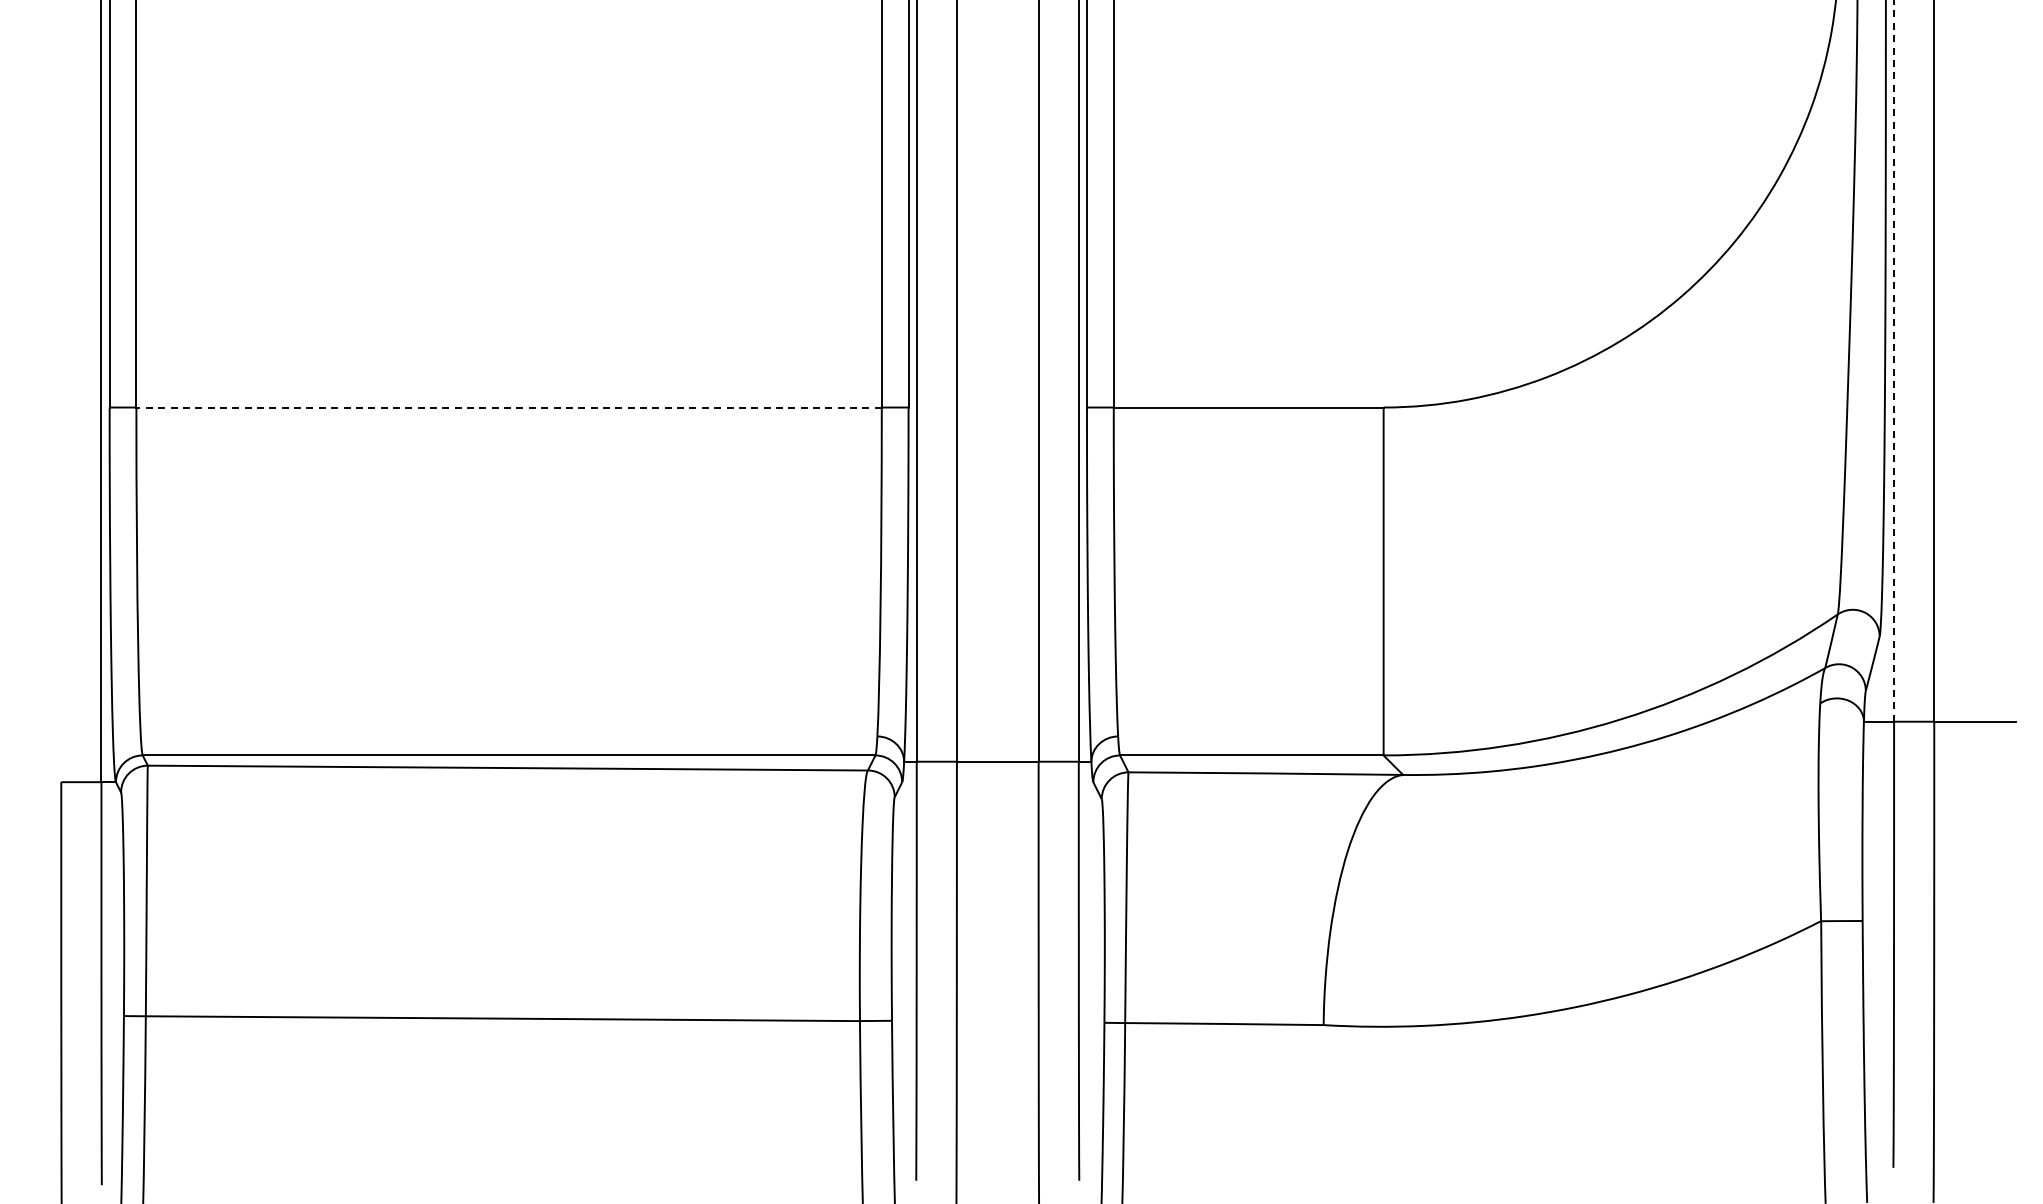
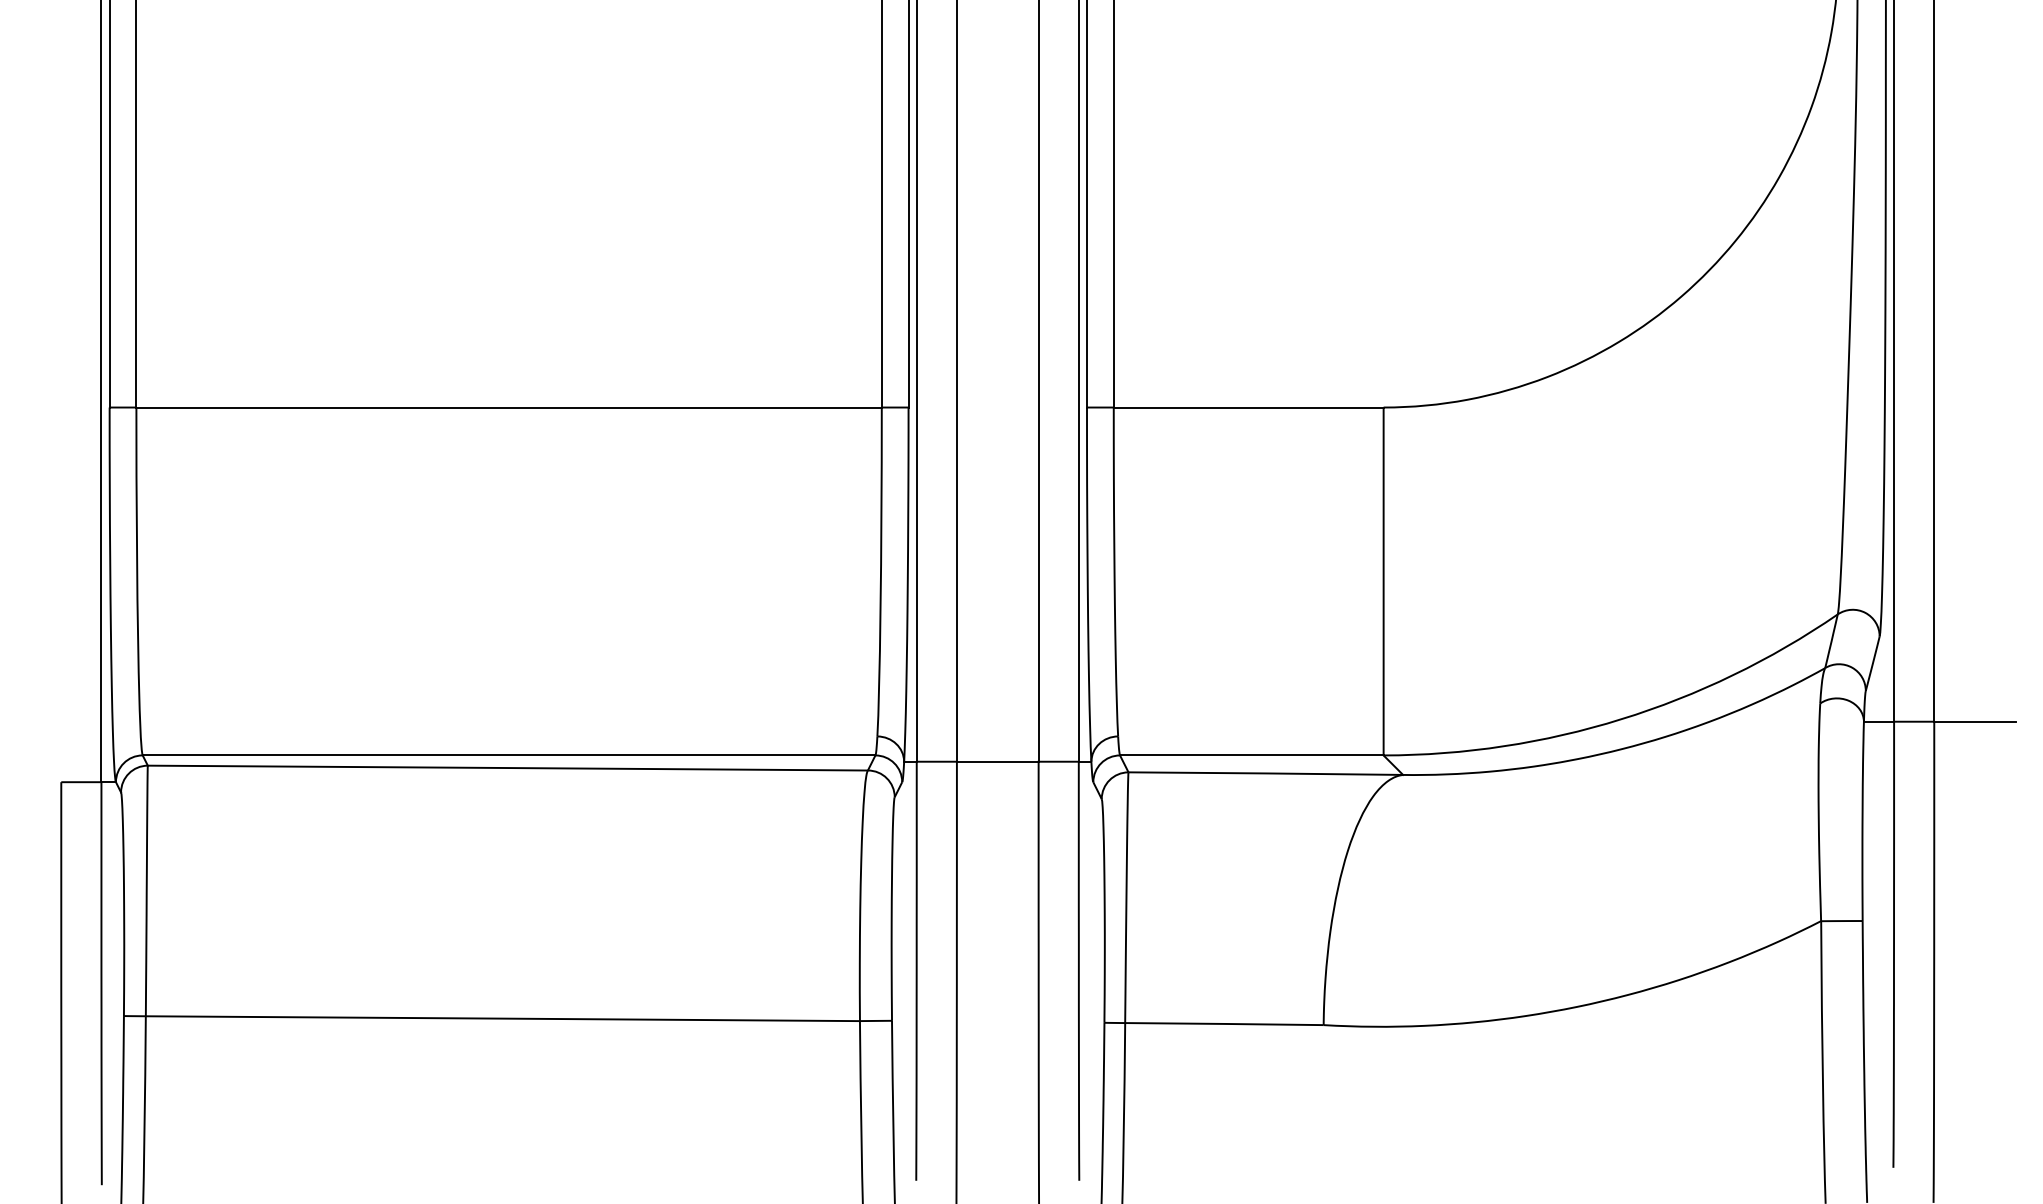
line at (1894, 361): dashed -> solid
line at (509, 407): dashed -> solid
